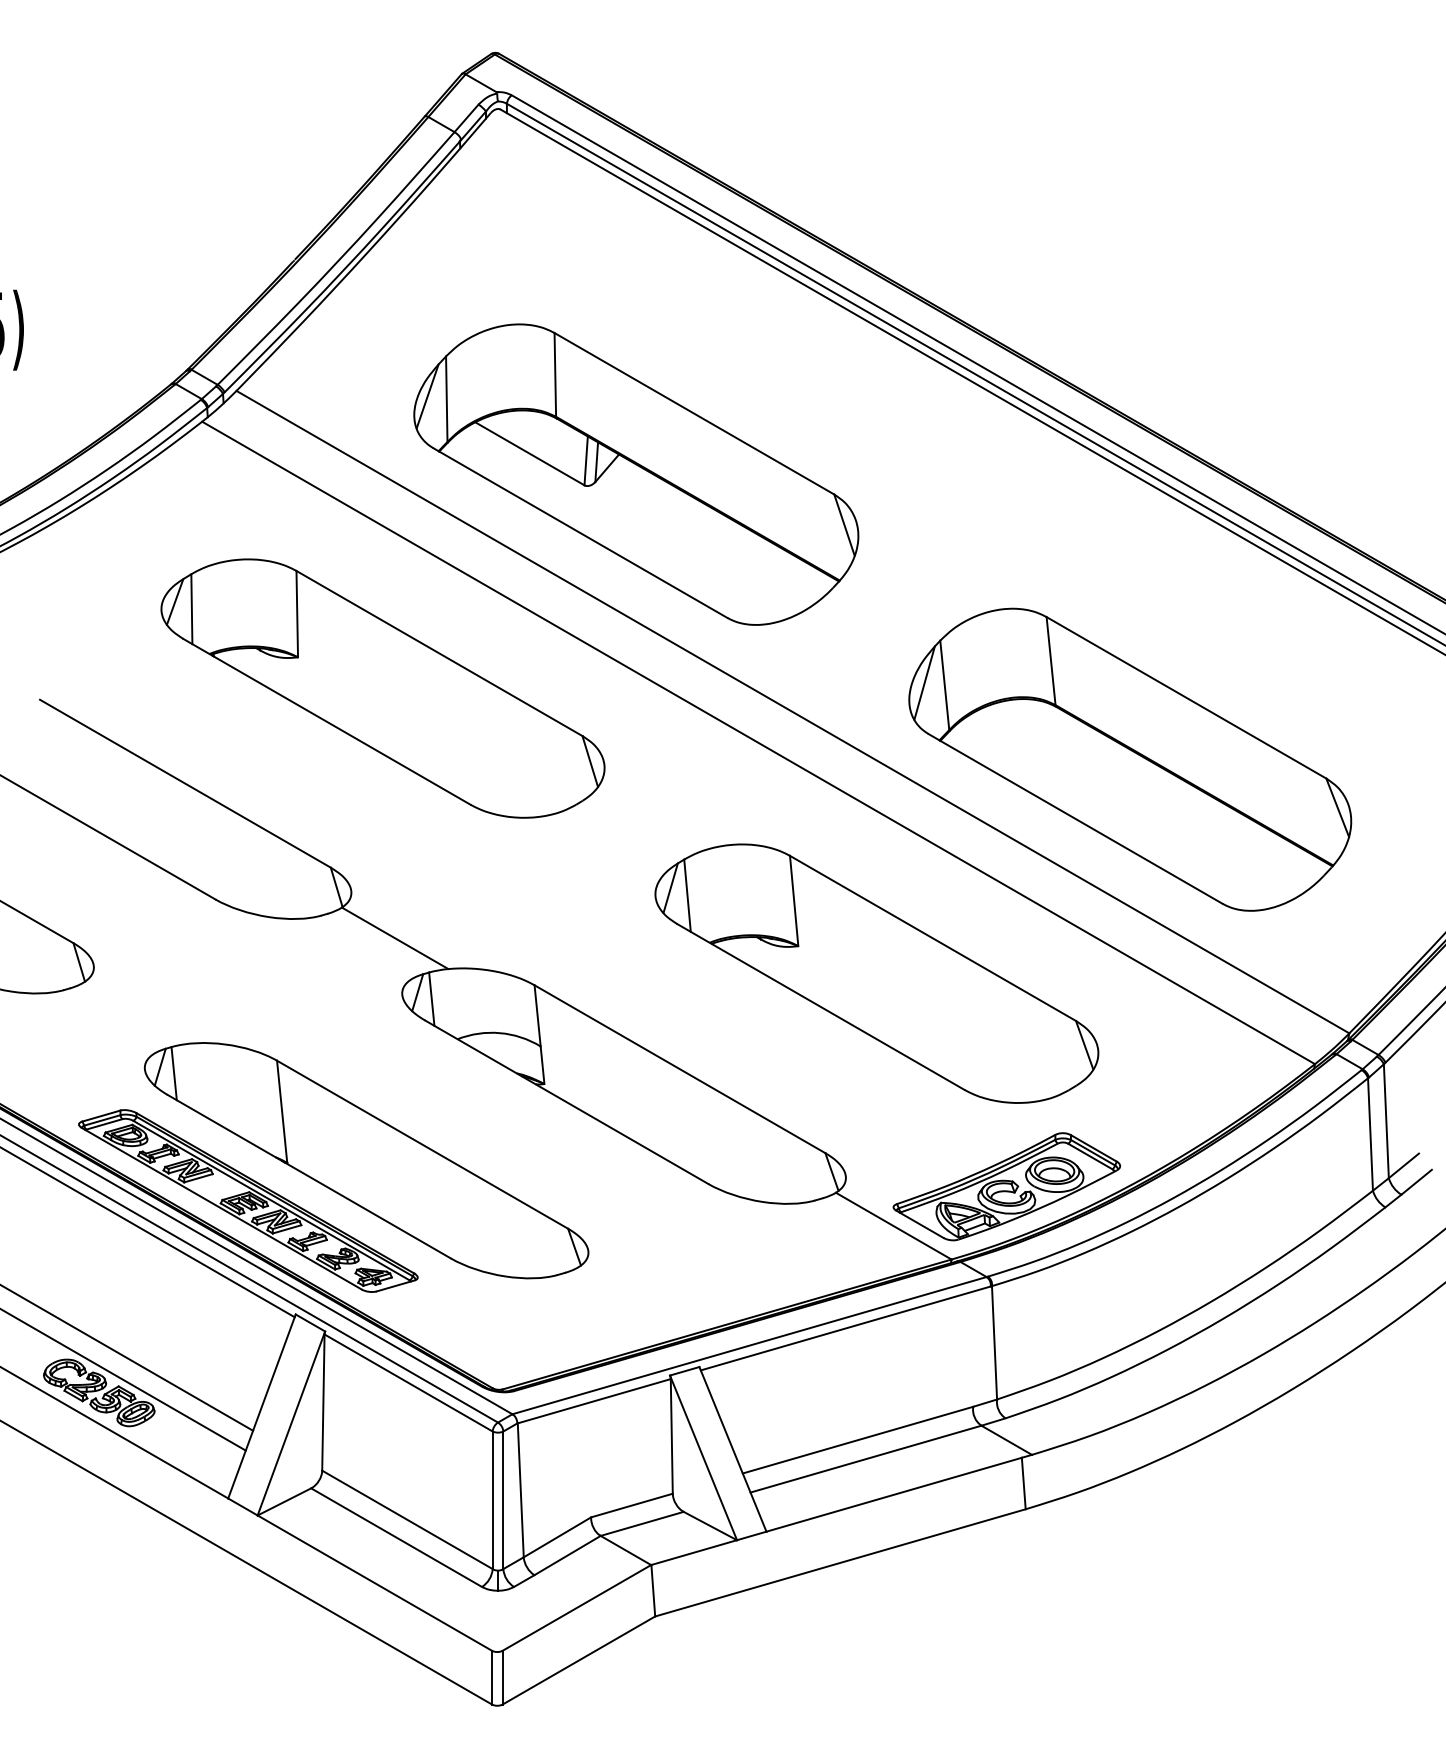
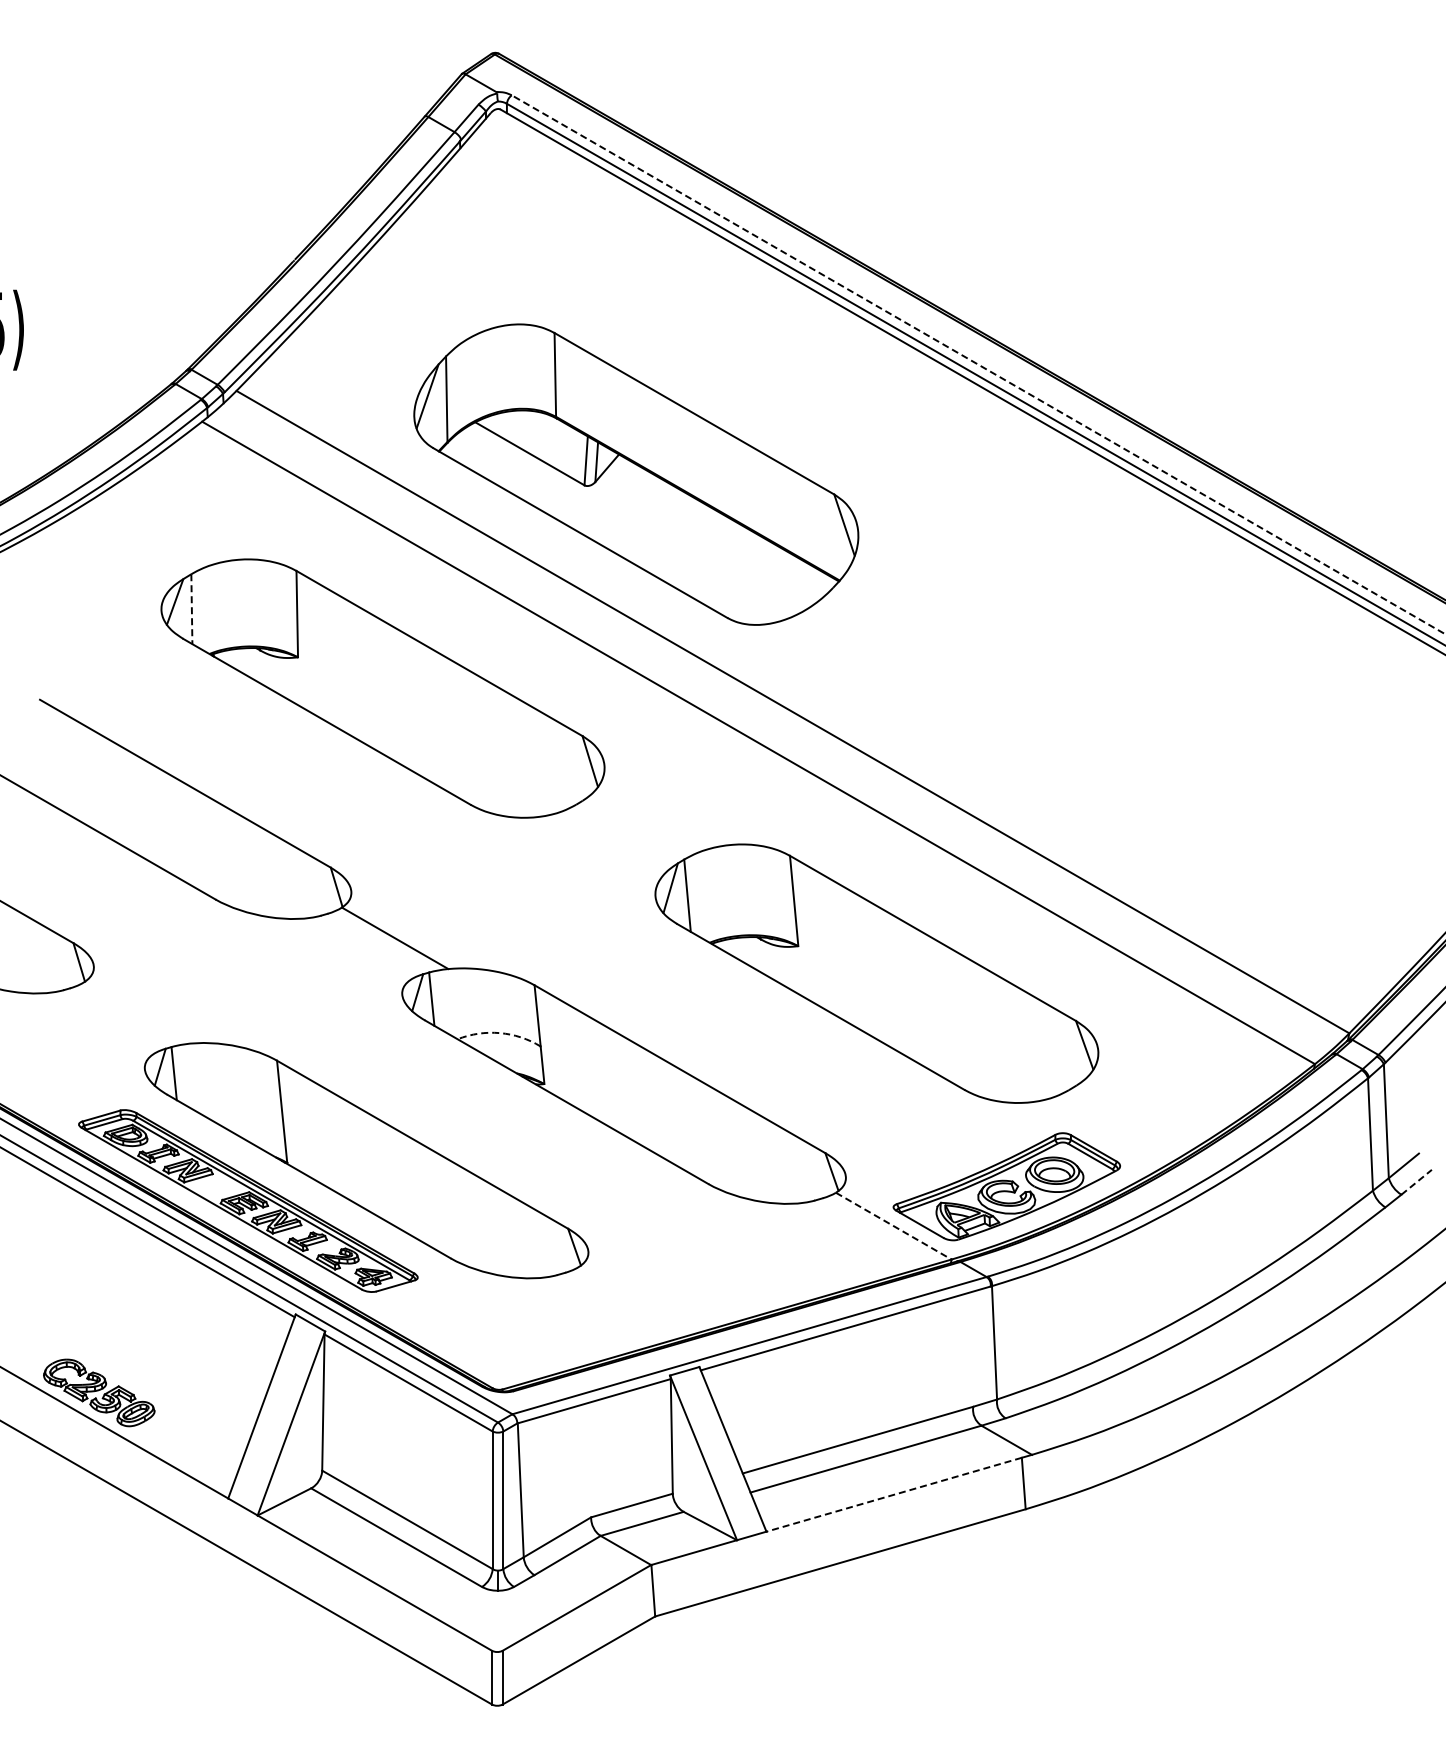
line at (978, 364): solid -> dashed
line at (191, 609): solid -> dashed
part at (1130, 759): present -> none
arc at (500, 1033): solid -> dashed
line at (1416, 1182): solid -> dashed
line at (893, 1226): solid -> dashed
line at (127, 1358): present -> none
line at (123, 1379): present -> none
line at (894, 1494): solid -> dashed
